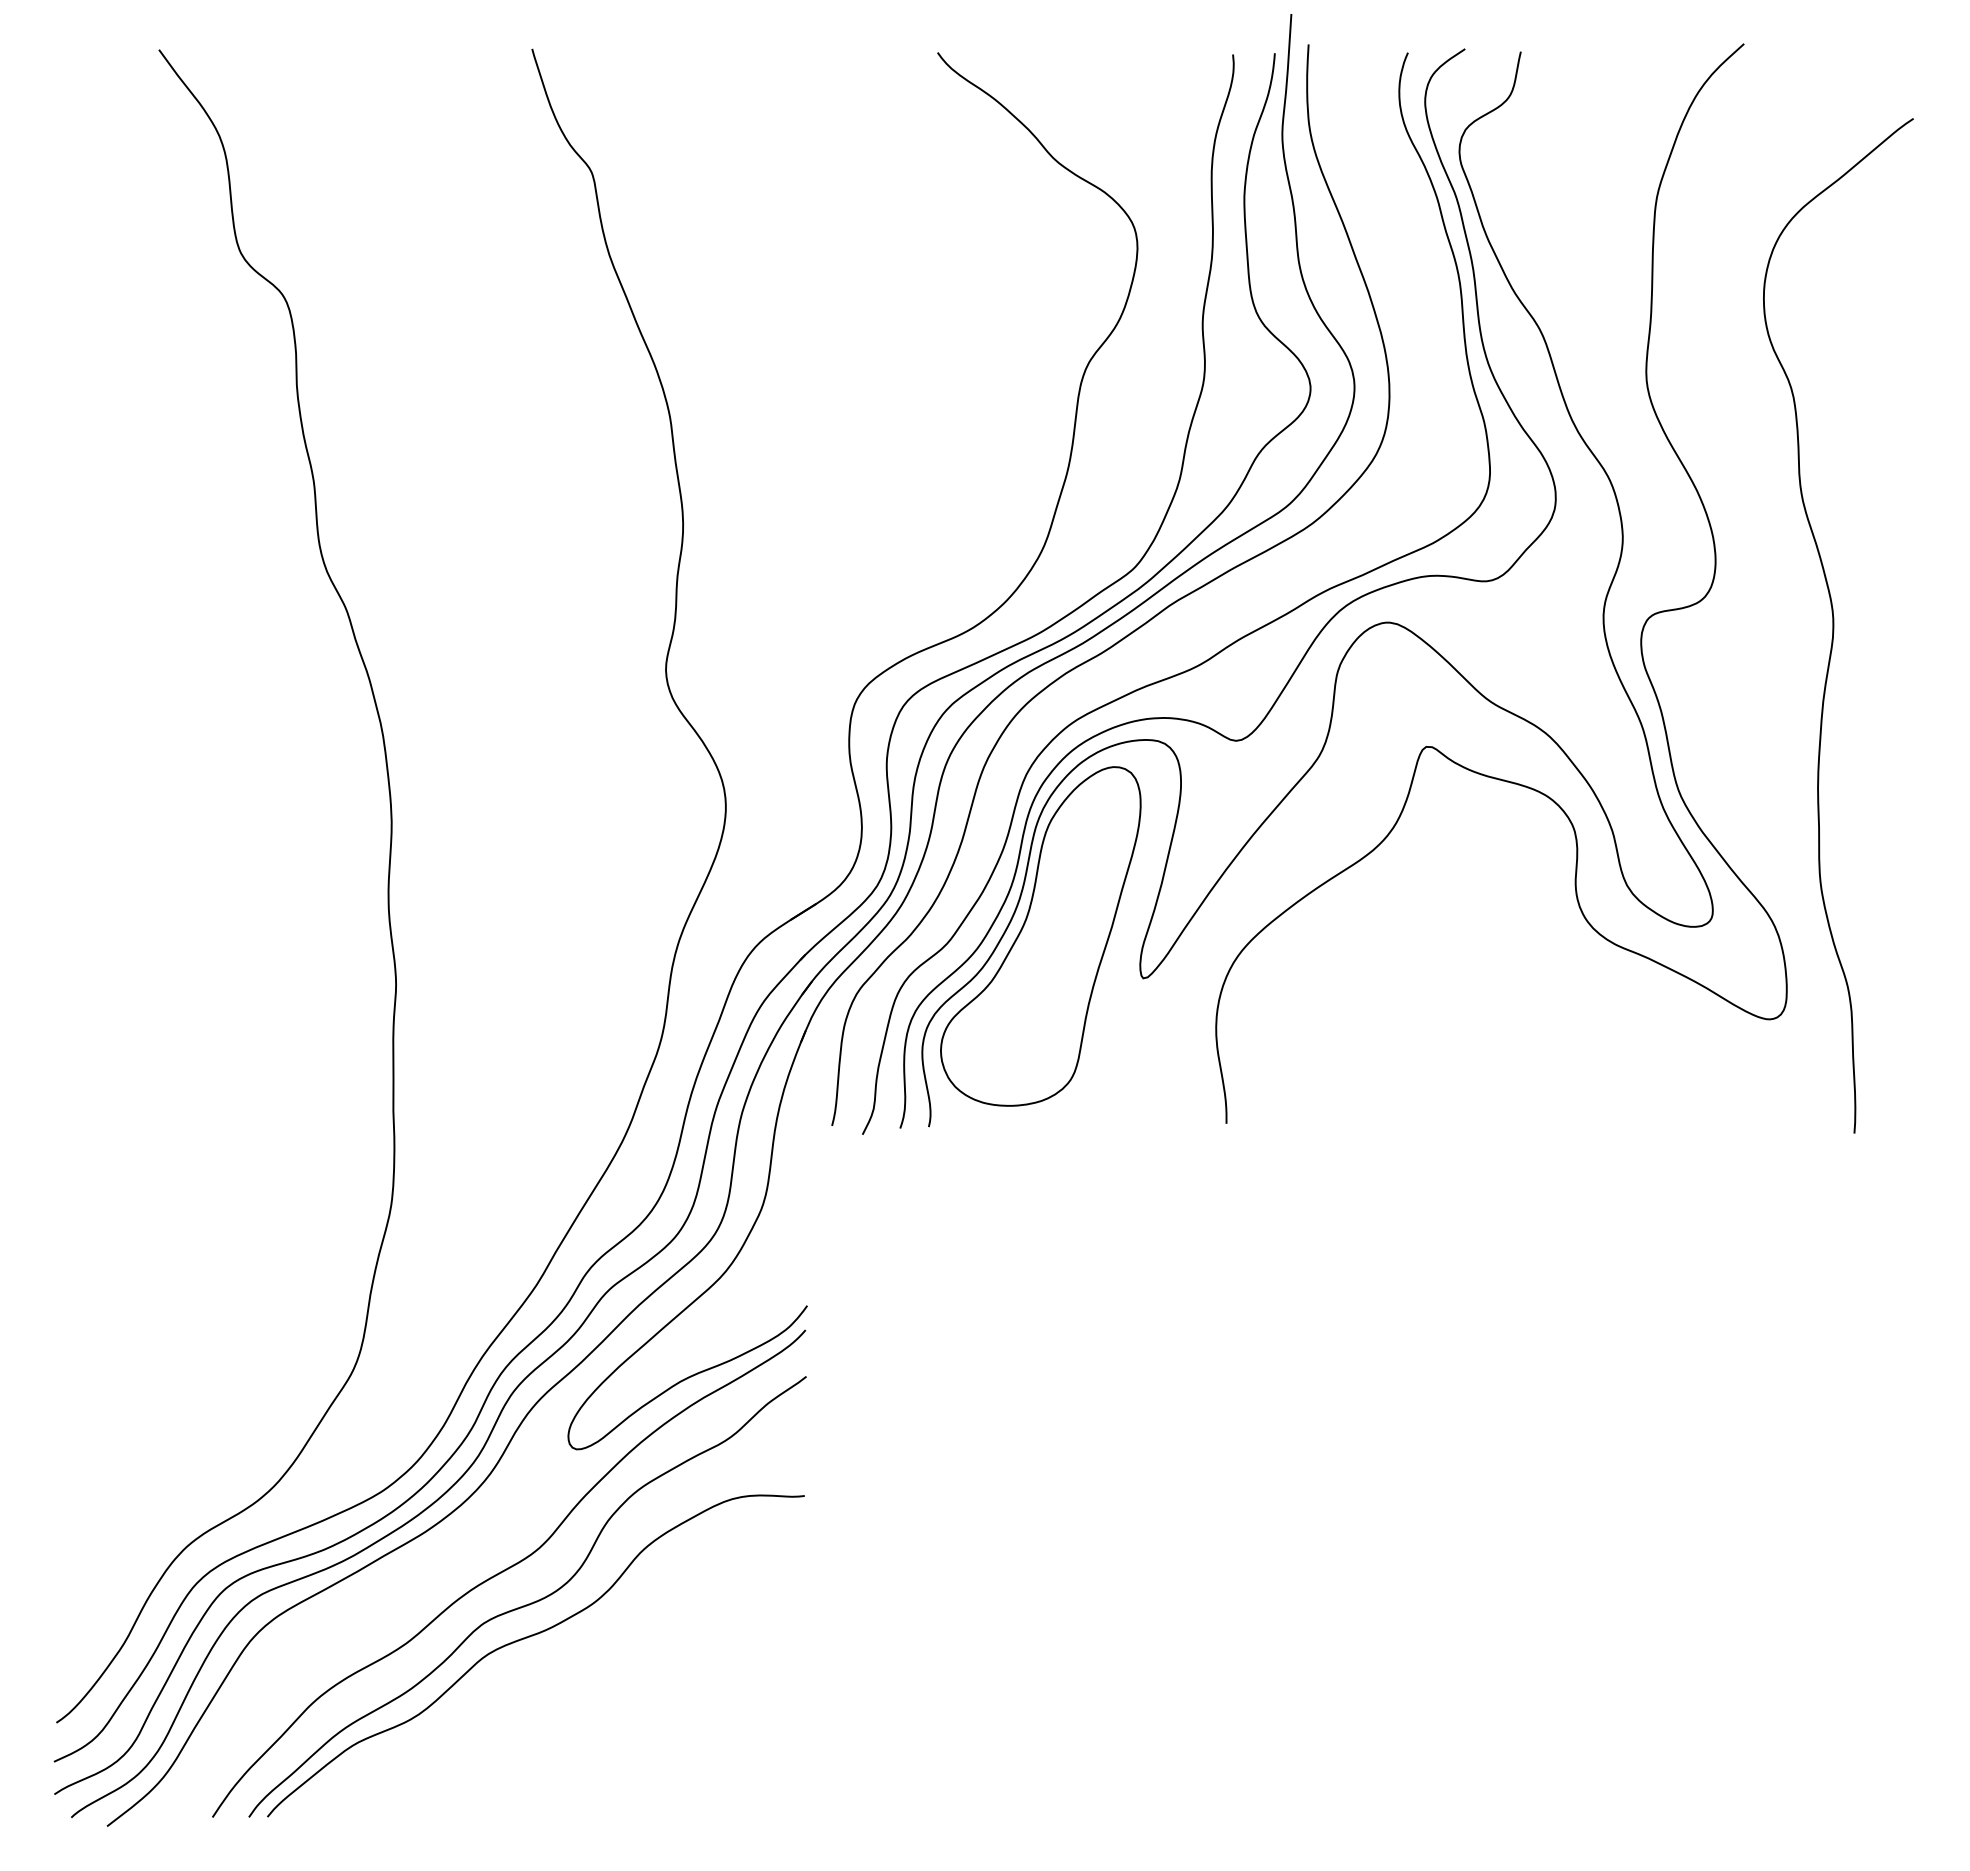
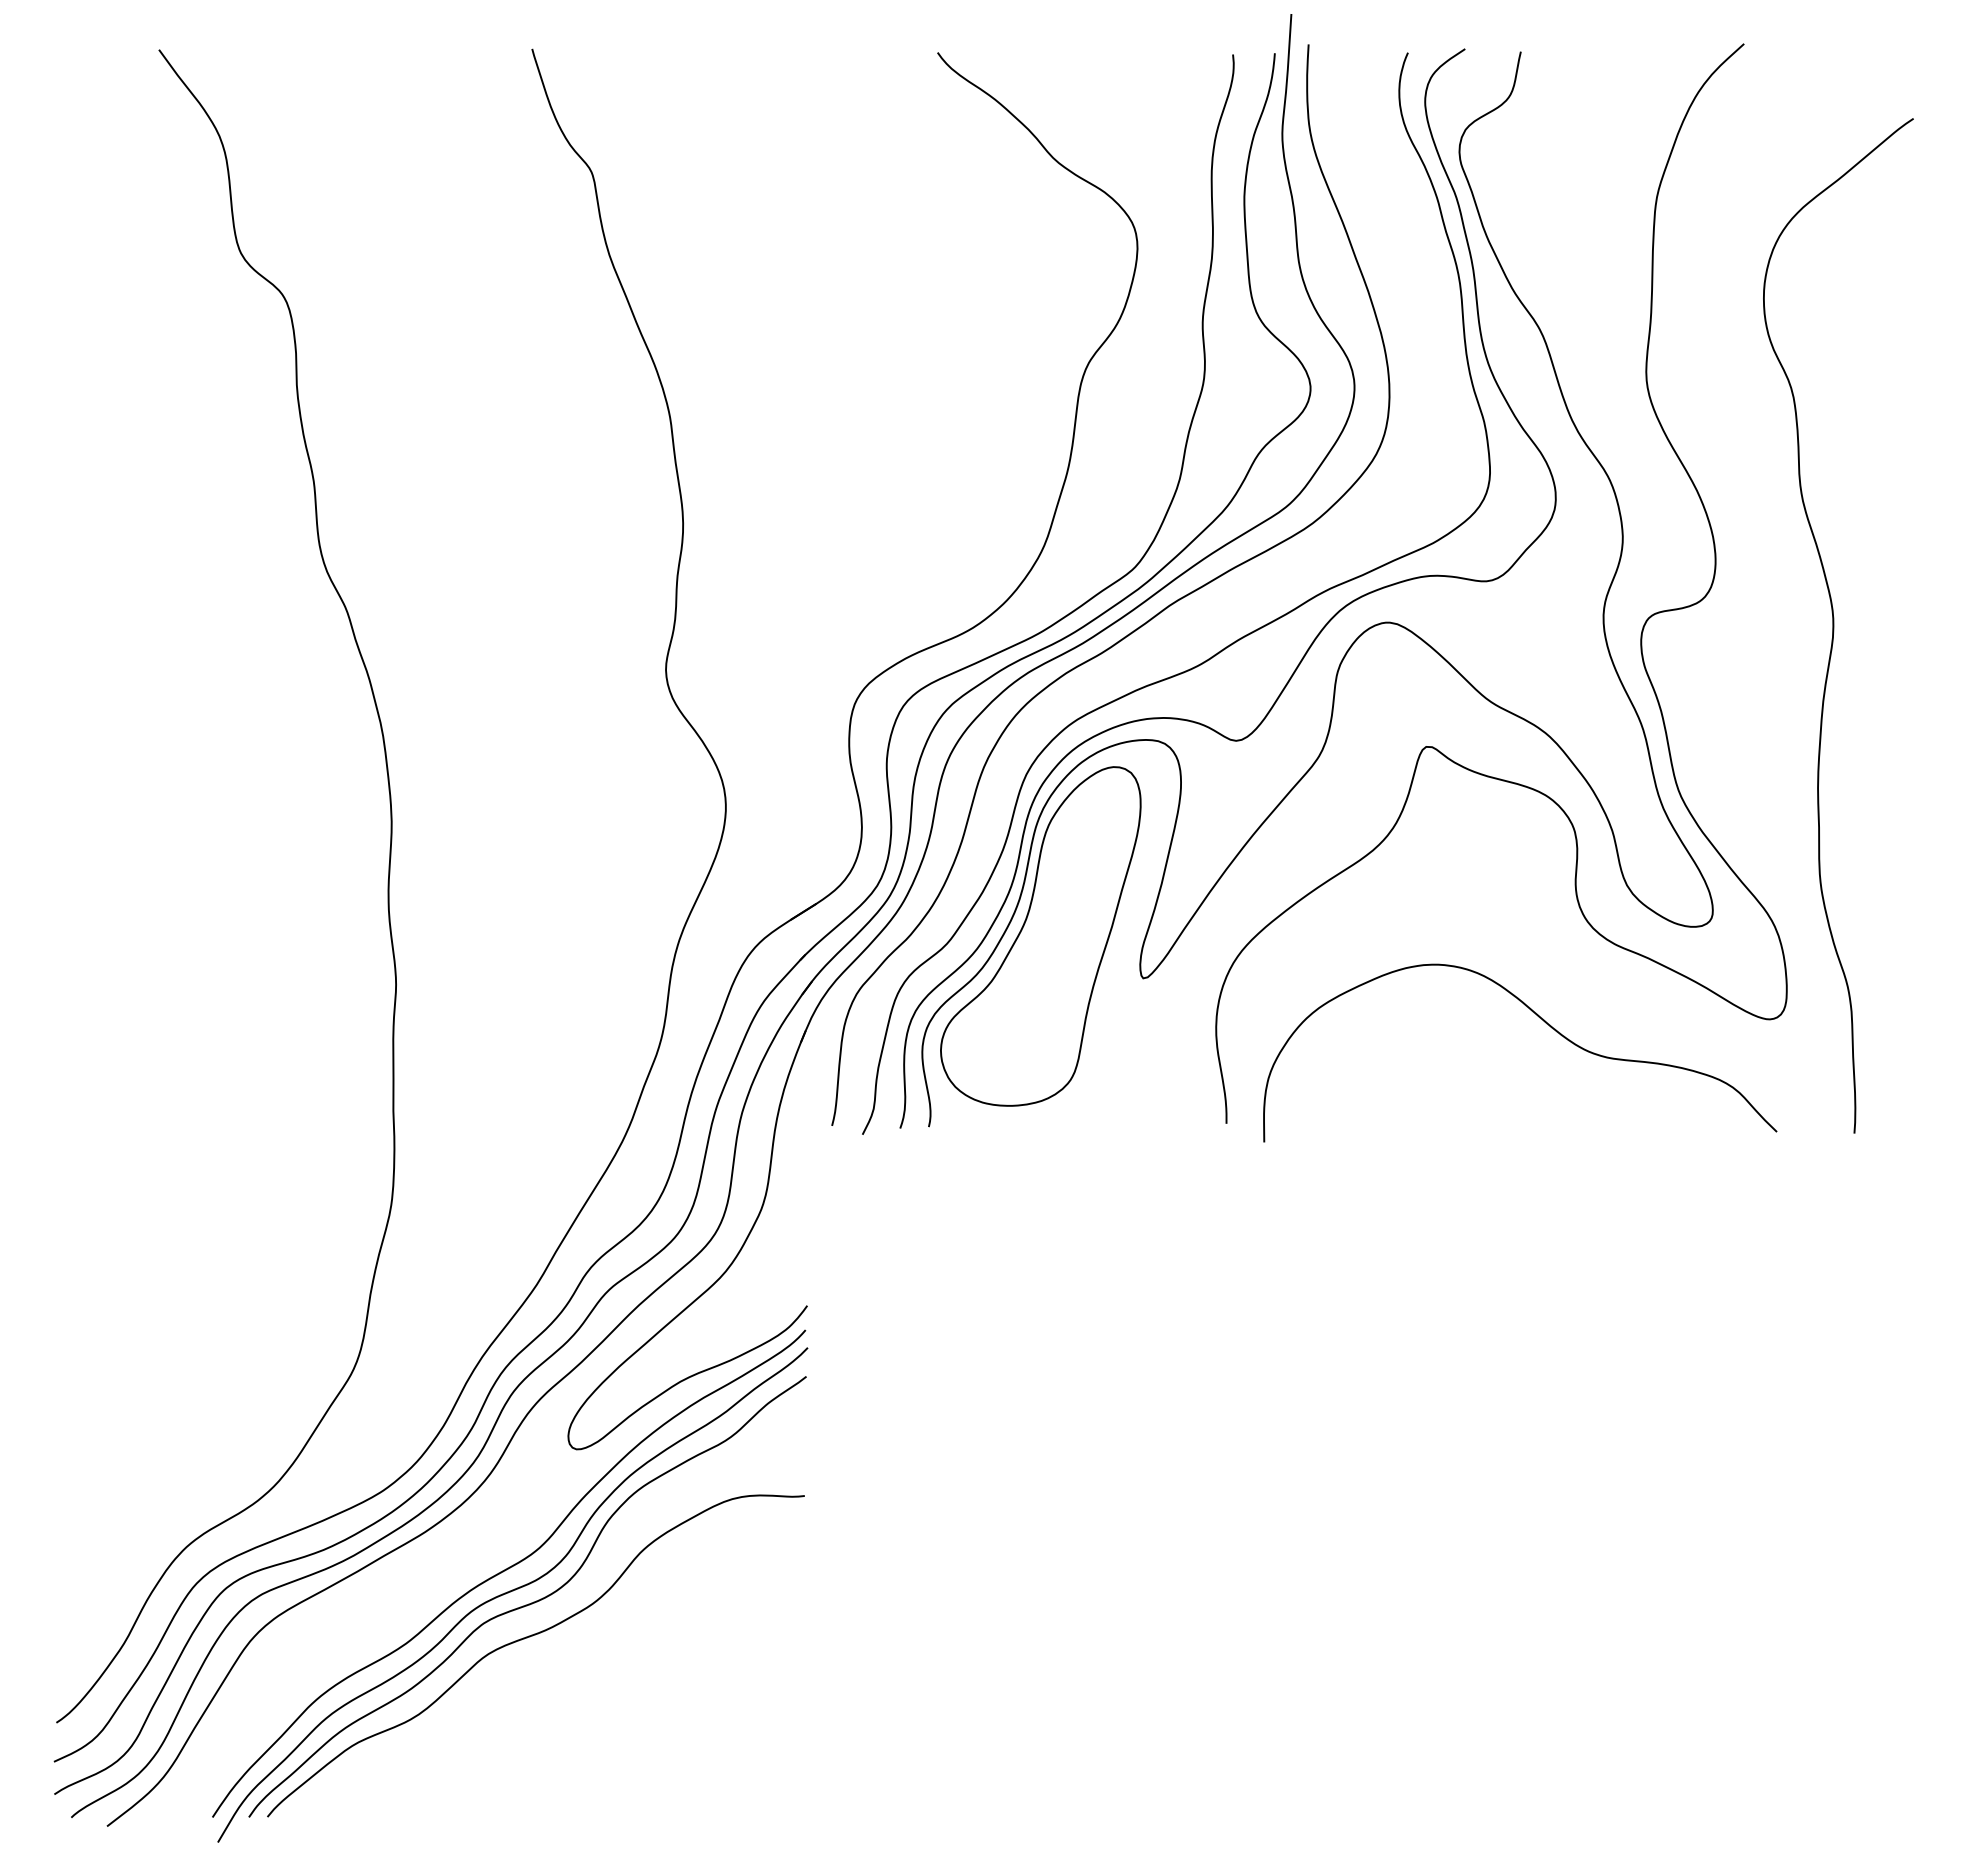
curve at (1546, 1024): none -> present
curve at (510, 1592): none -> present
